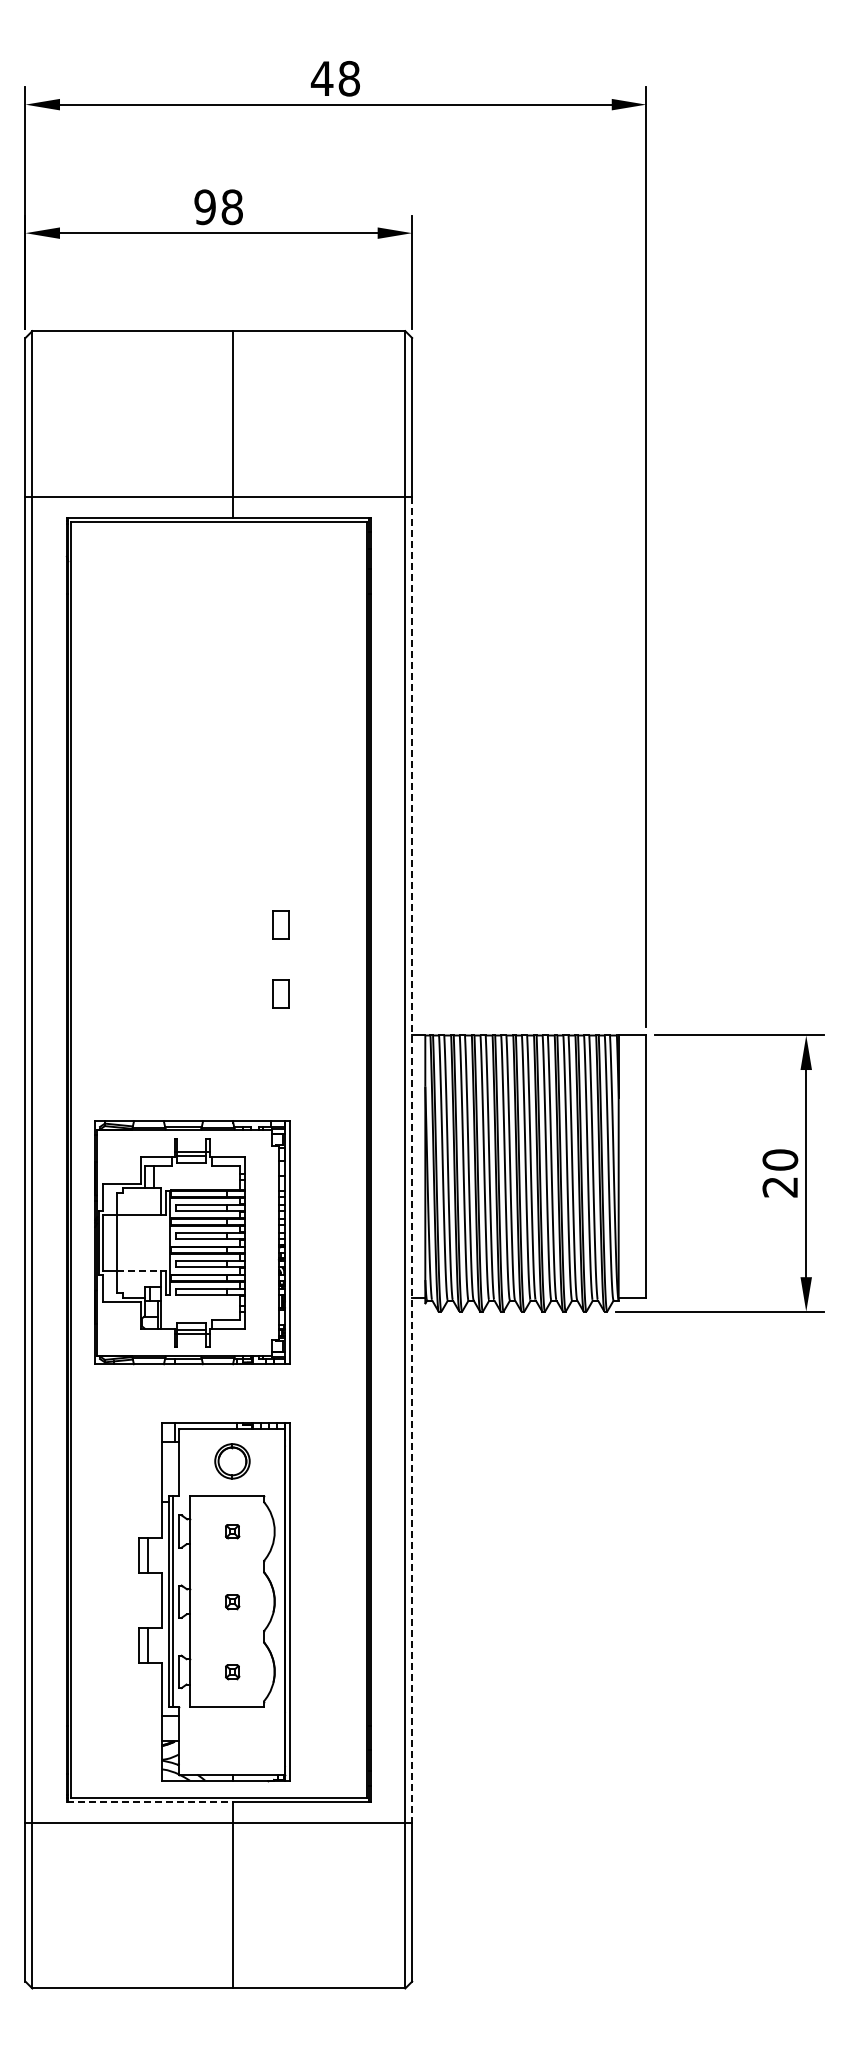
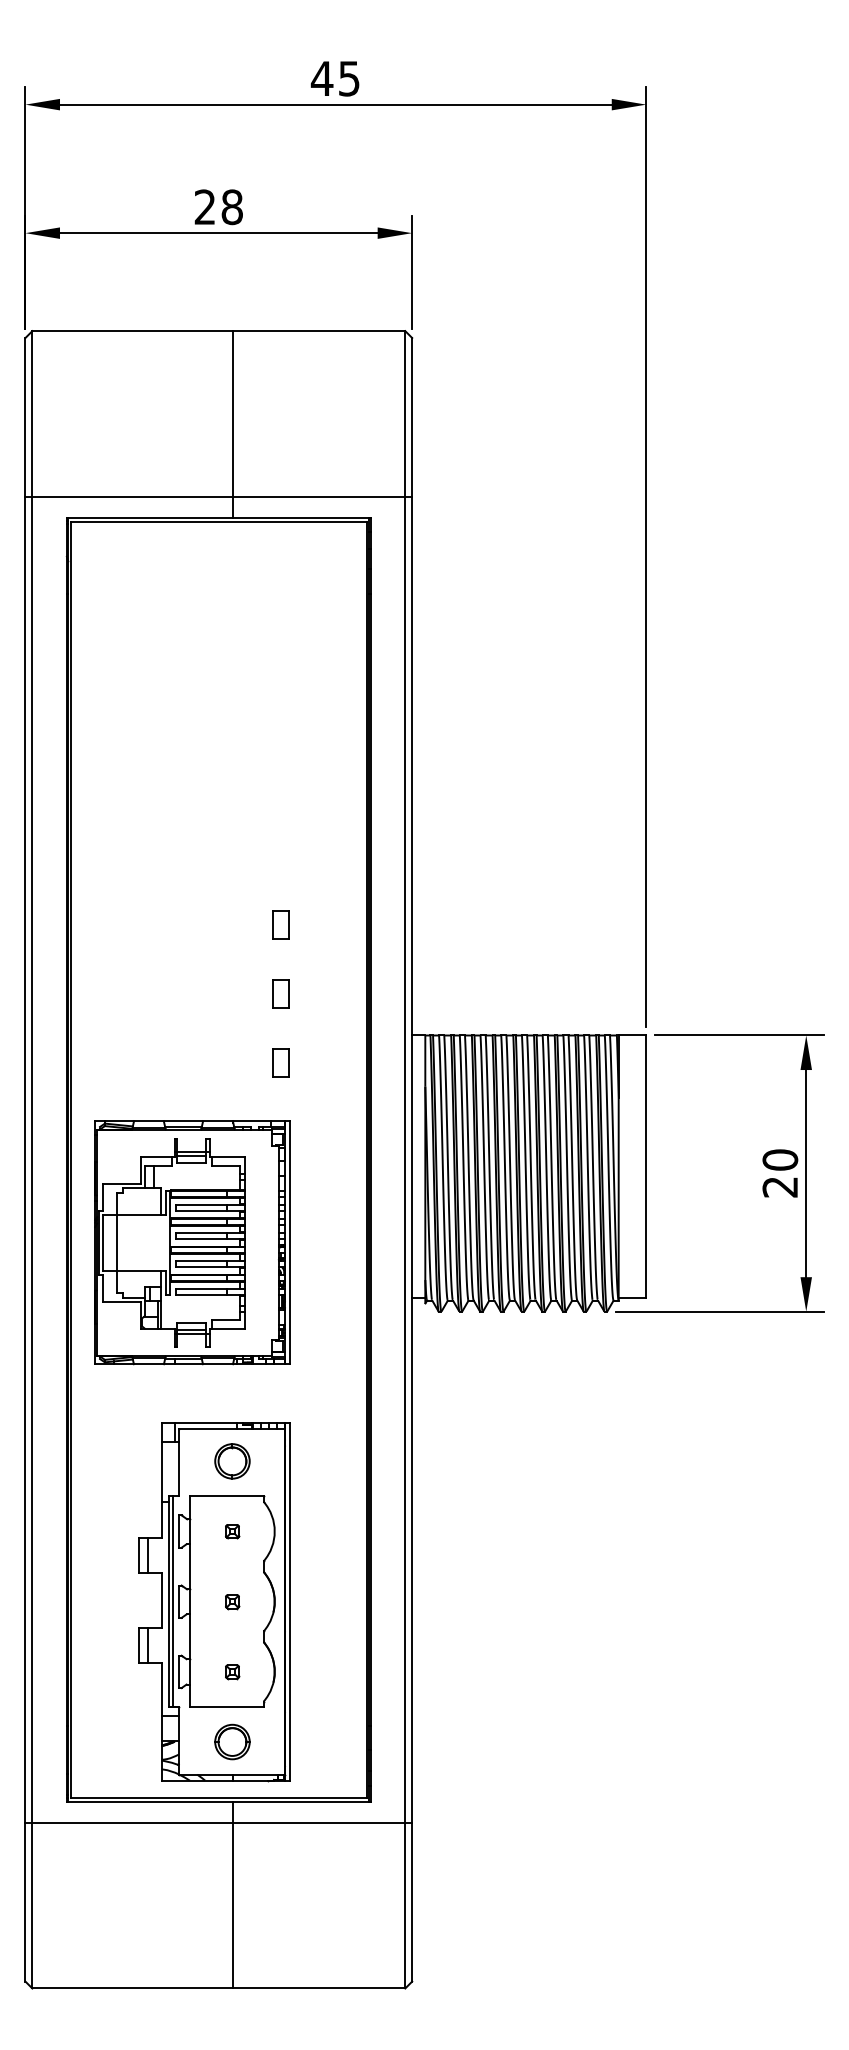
text at (348, 78): 48 -> 45
text at (204, 207): 98 -> 28
part at (280, 1062): none -> present
line at (412, 1159): dashed -> solid
line at (138, 1270): dashed -> solid
part at (232, 1741): none -> present
line at (149, 1802): dashed -> solid
